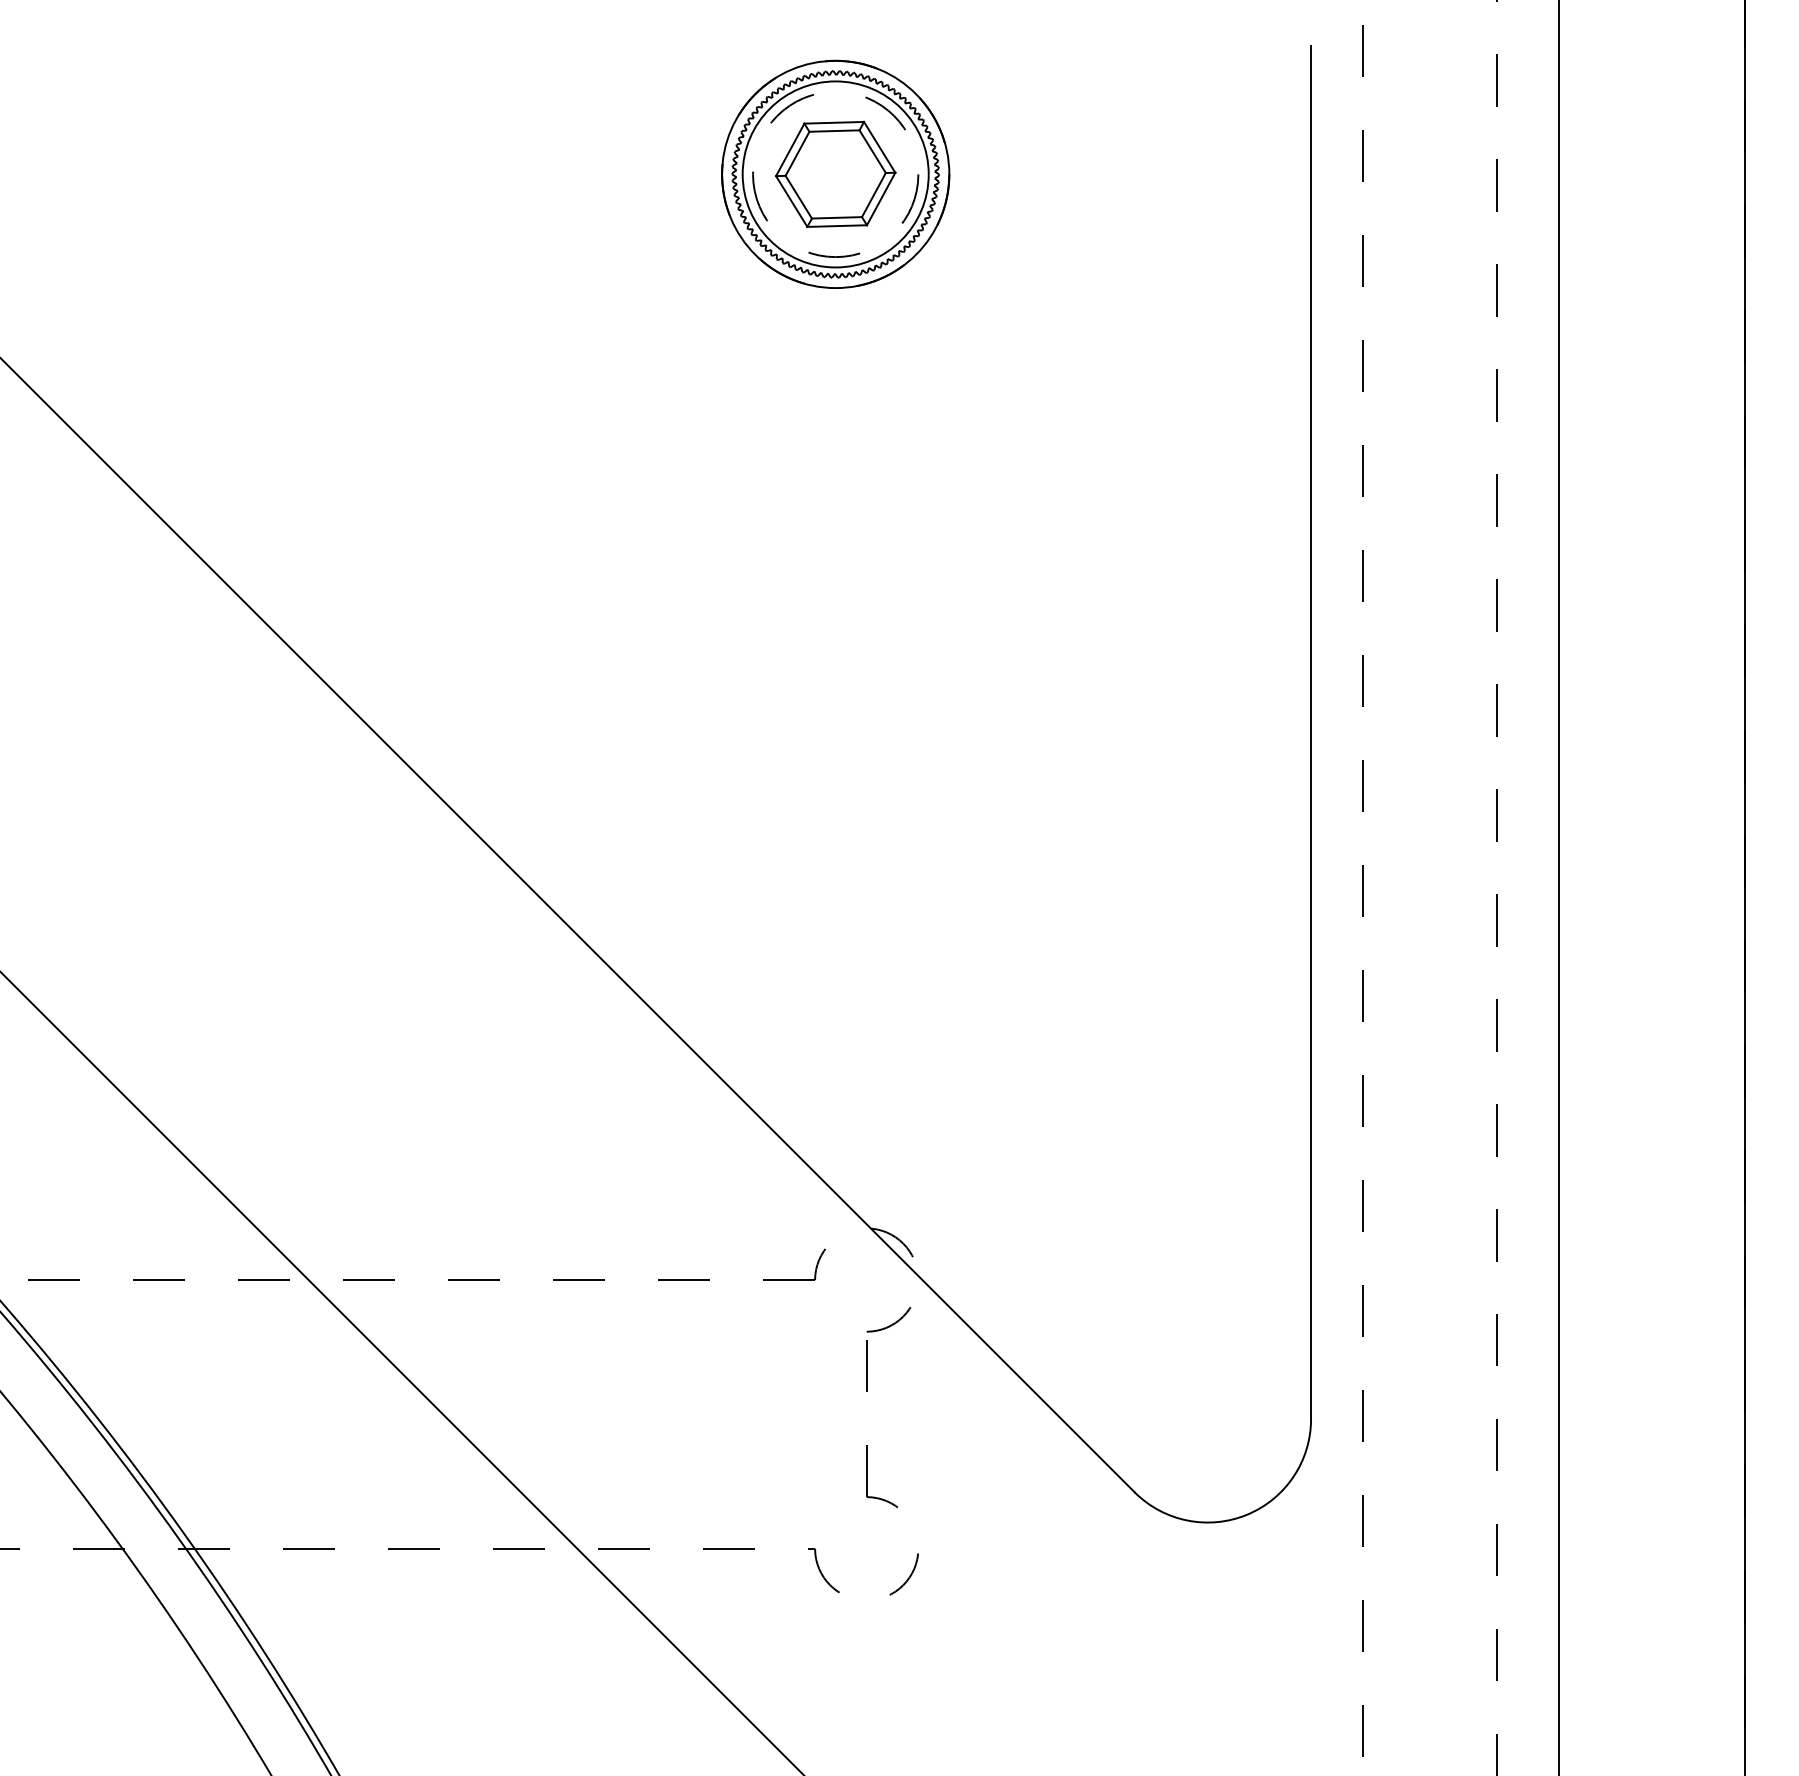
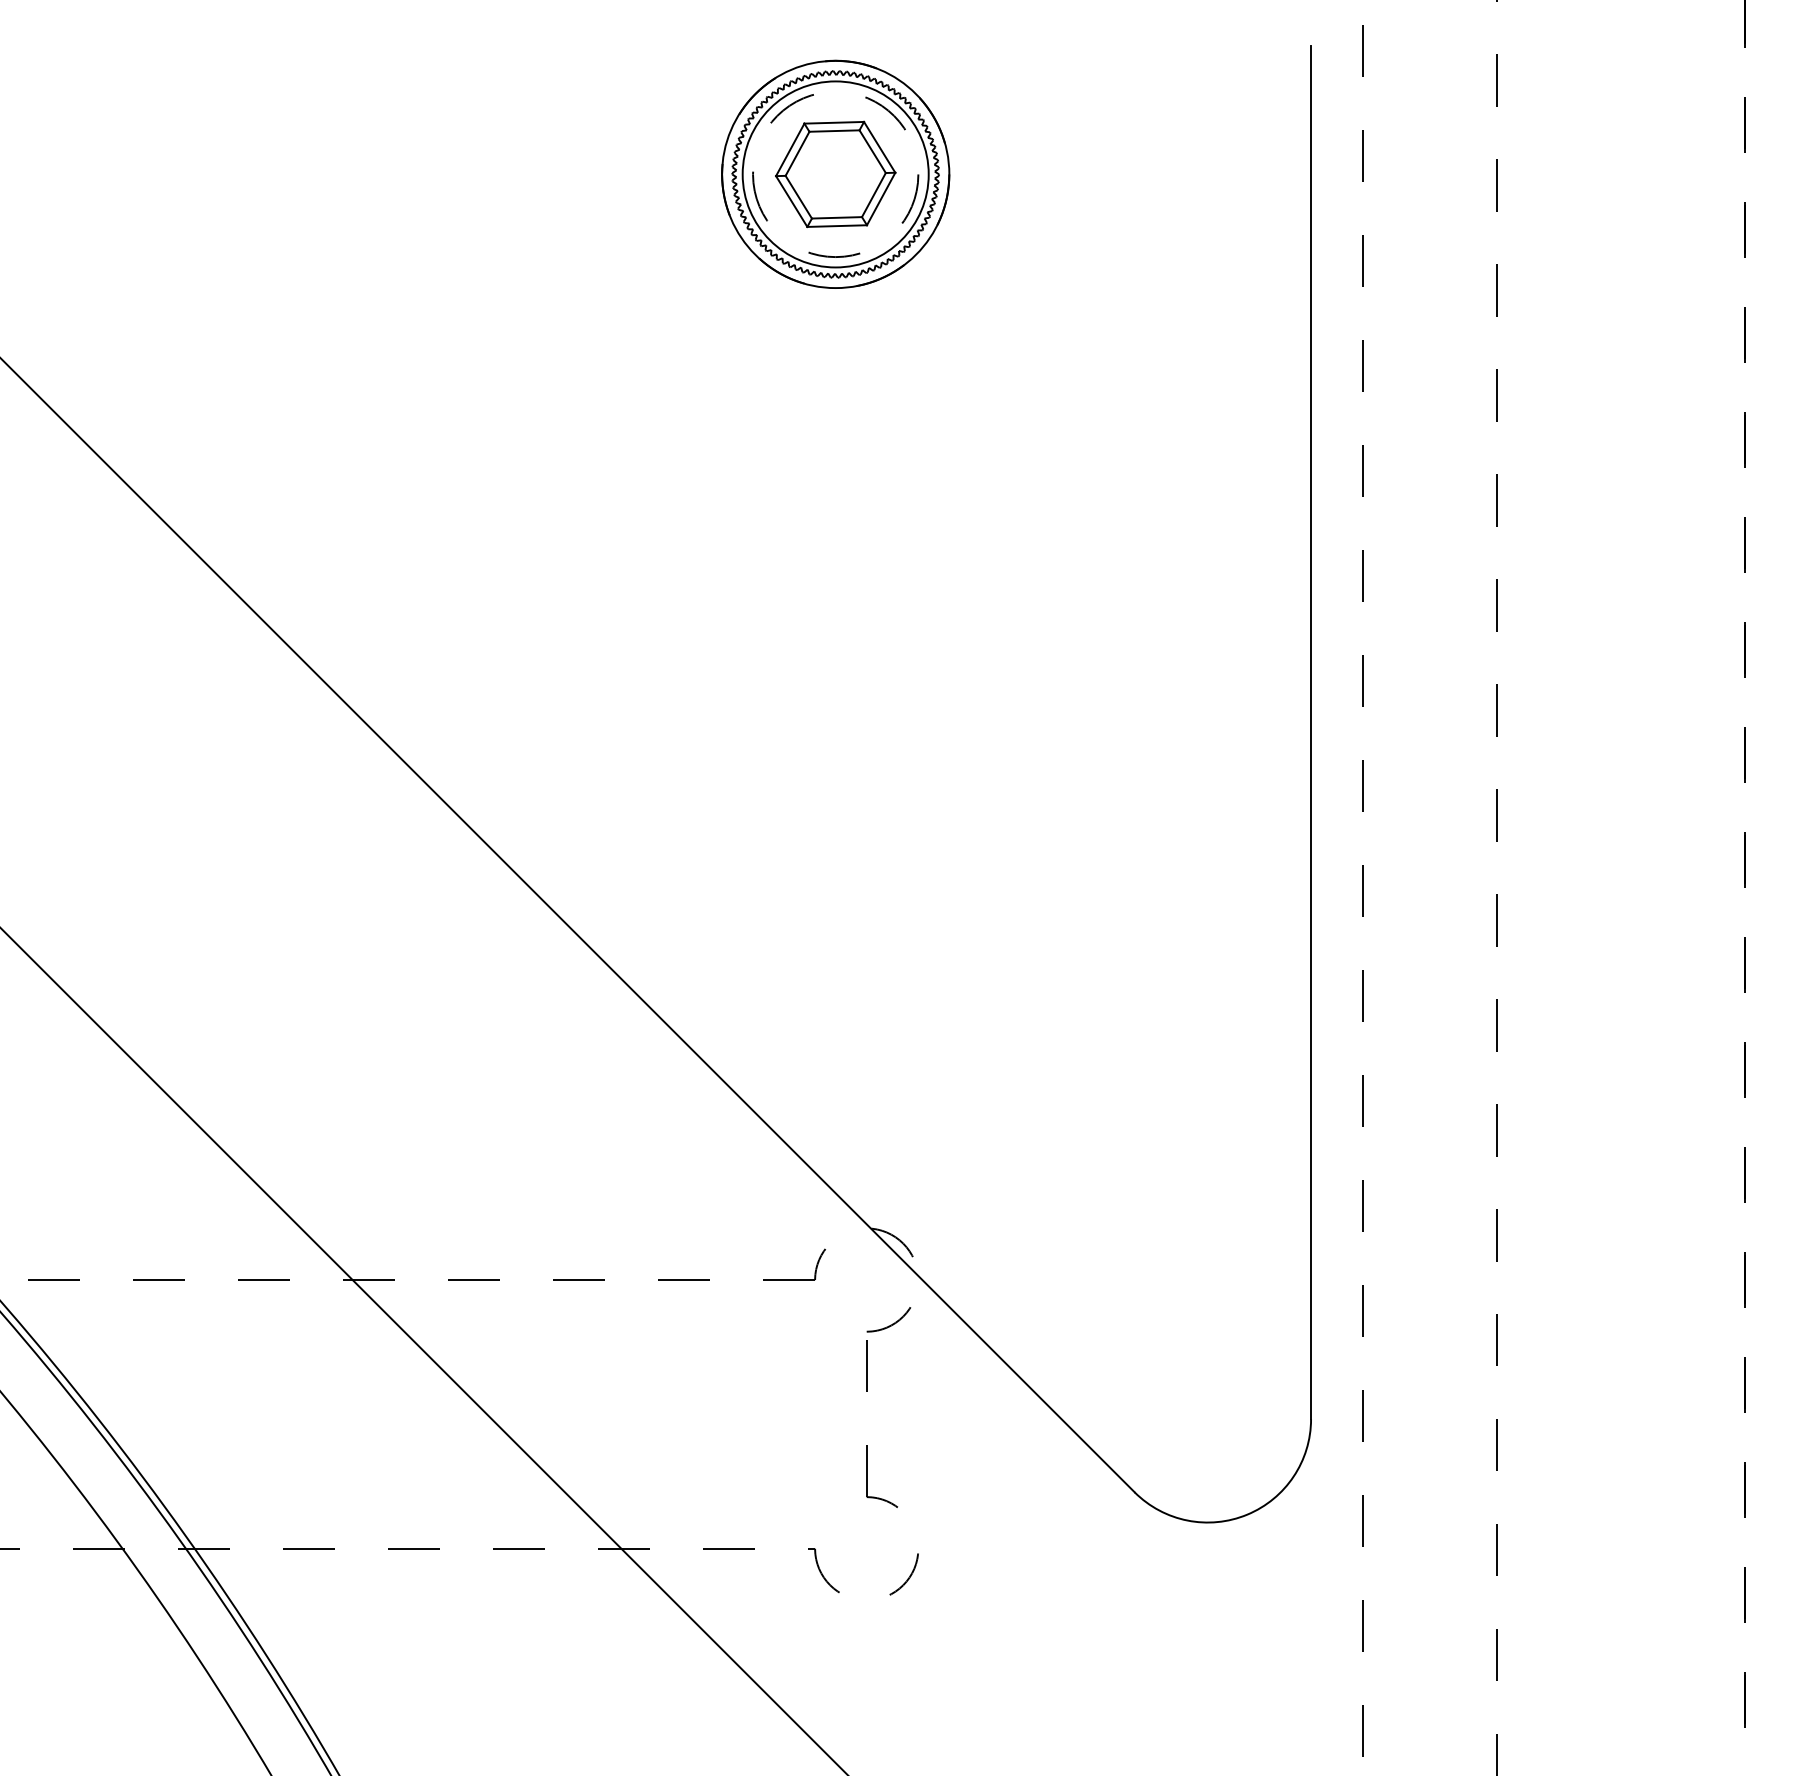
line at (1559, 887): present -> none
line at (1745, 887): solid -> dashed
line at (401, 1372) position: (401, 1372) -> (423, 1350)
